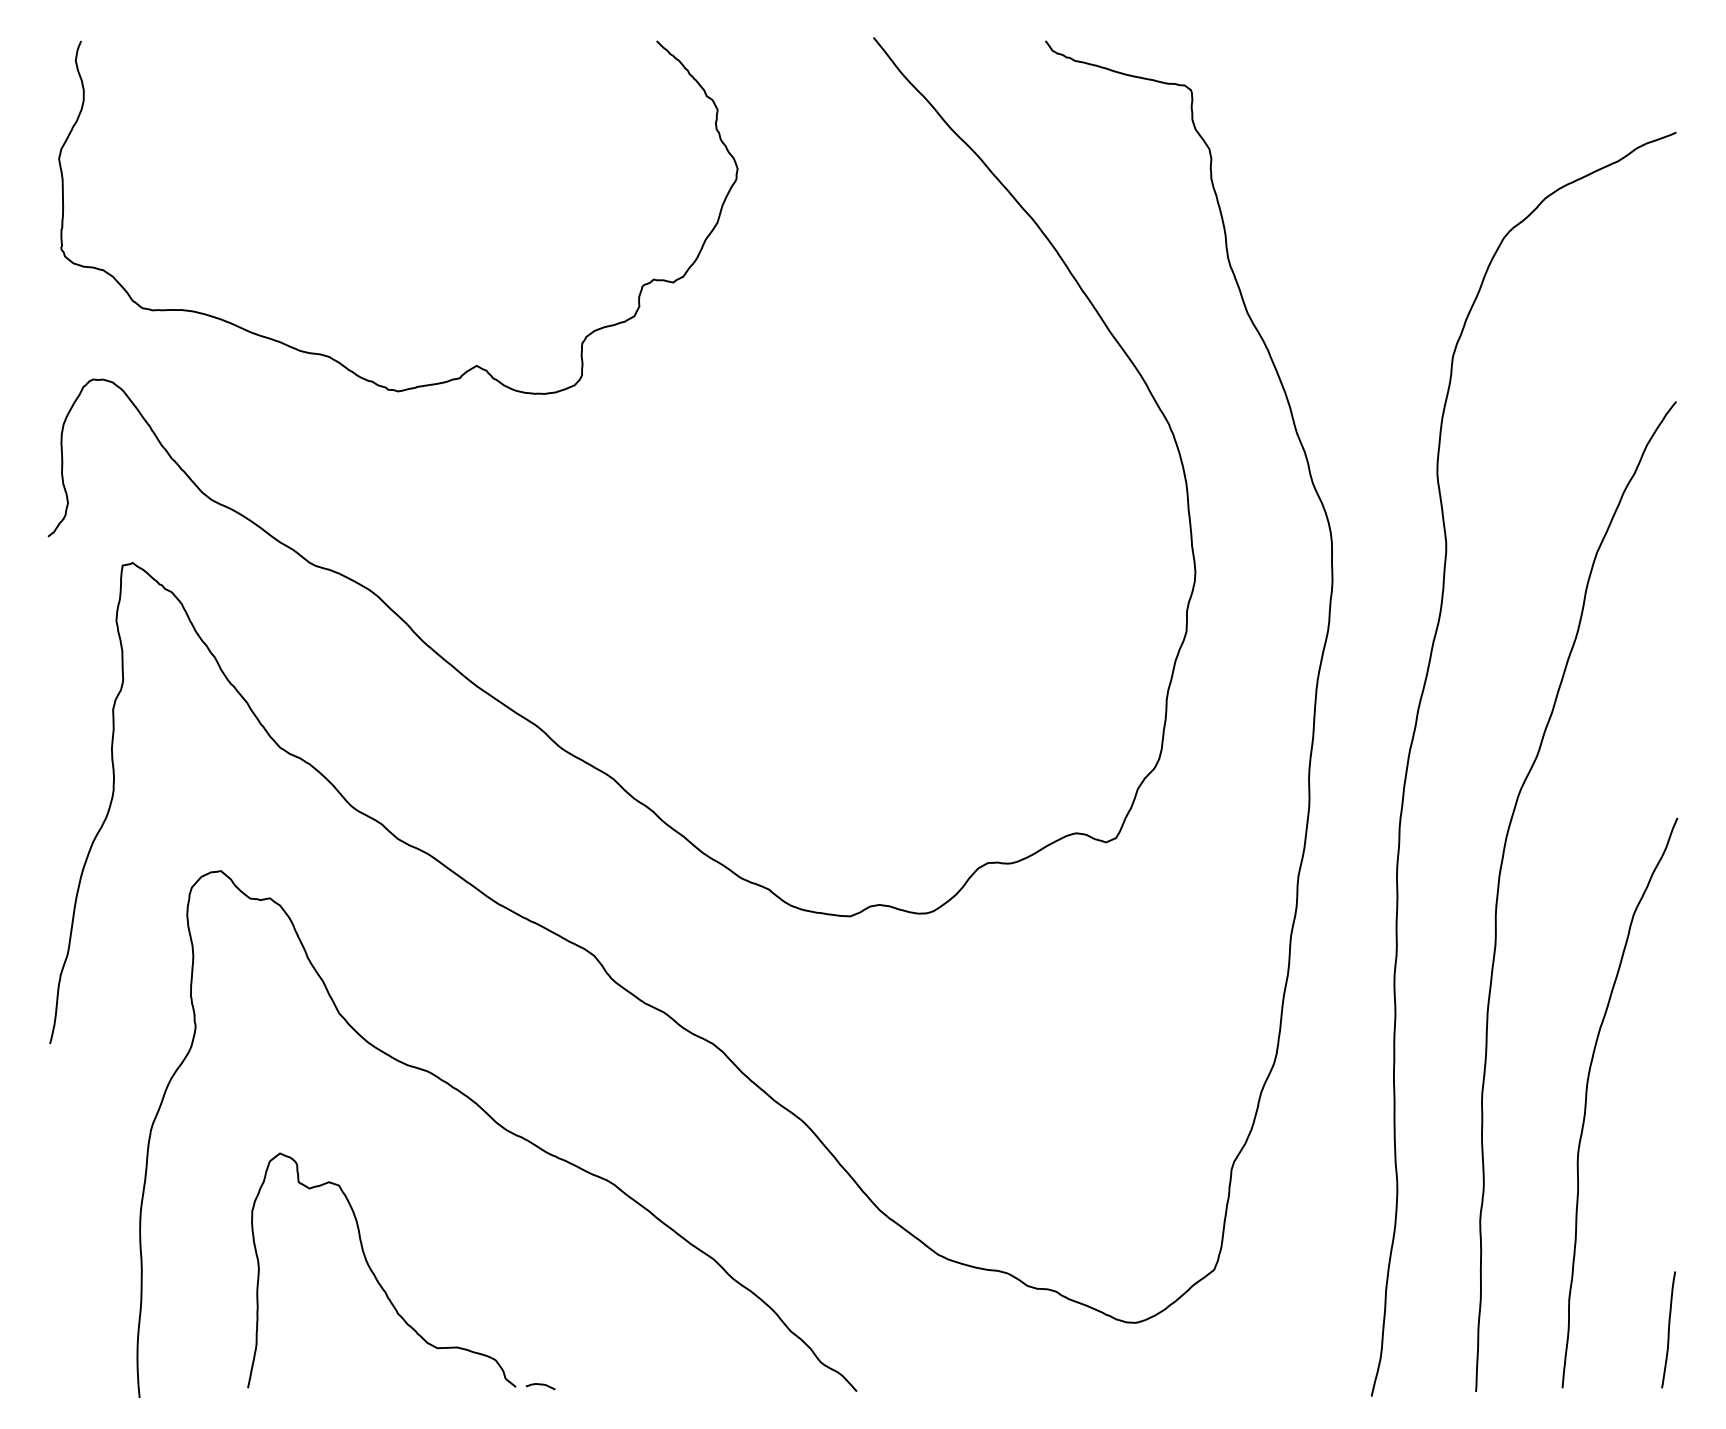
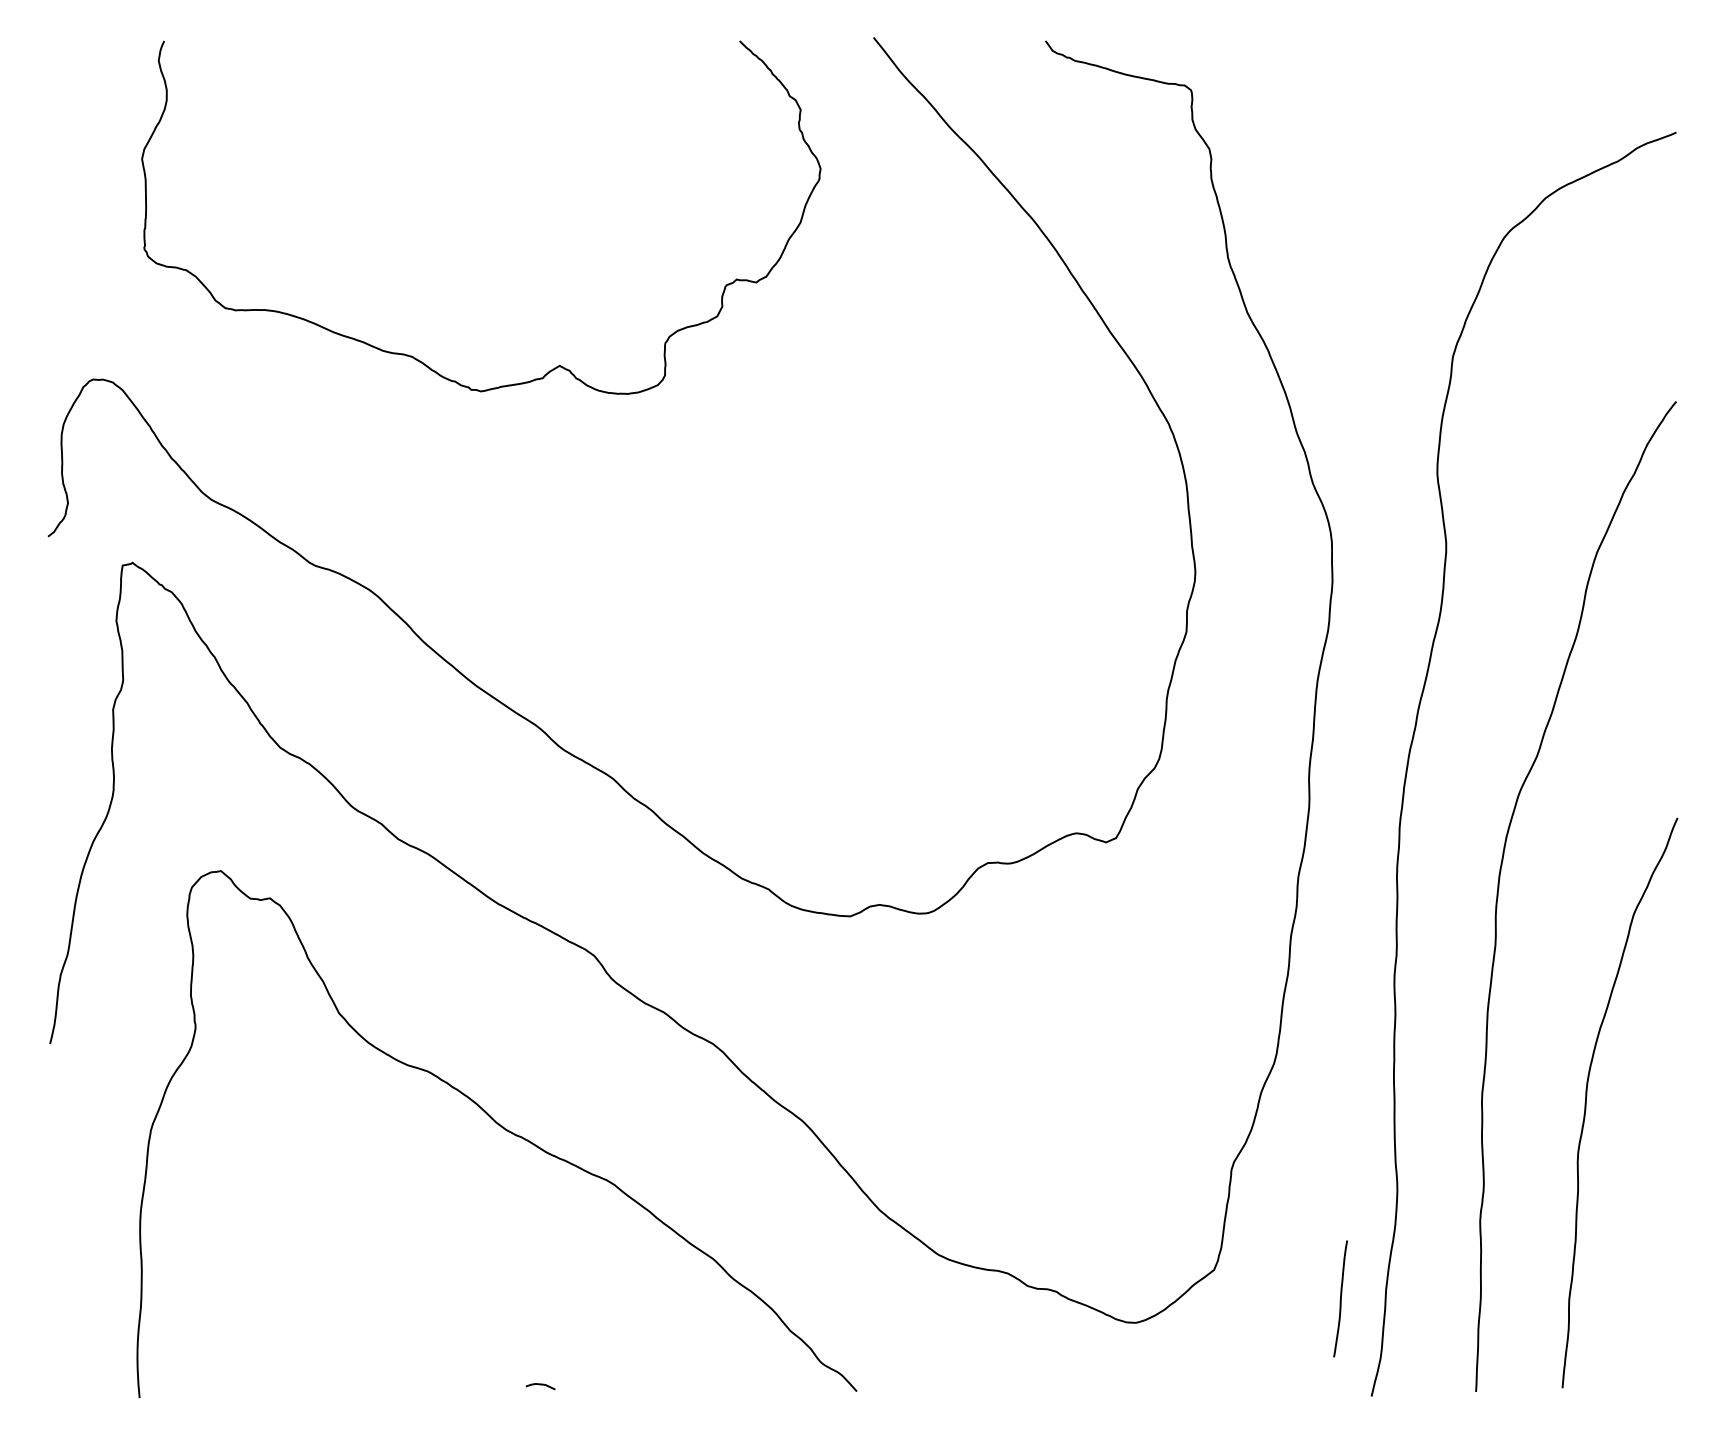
curve at (328, 355) position: (328, 355) -> (411, 355)
curve at (375, 1274): present -> none
curve at (1668, 1329) position: (1668, 1329) -> (1340, 1298)
